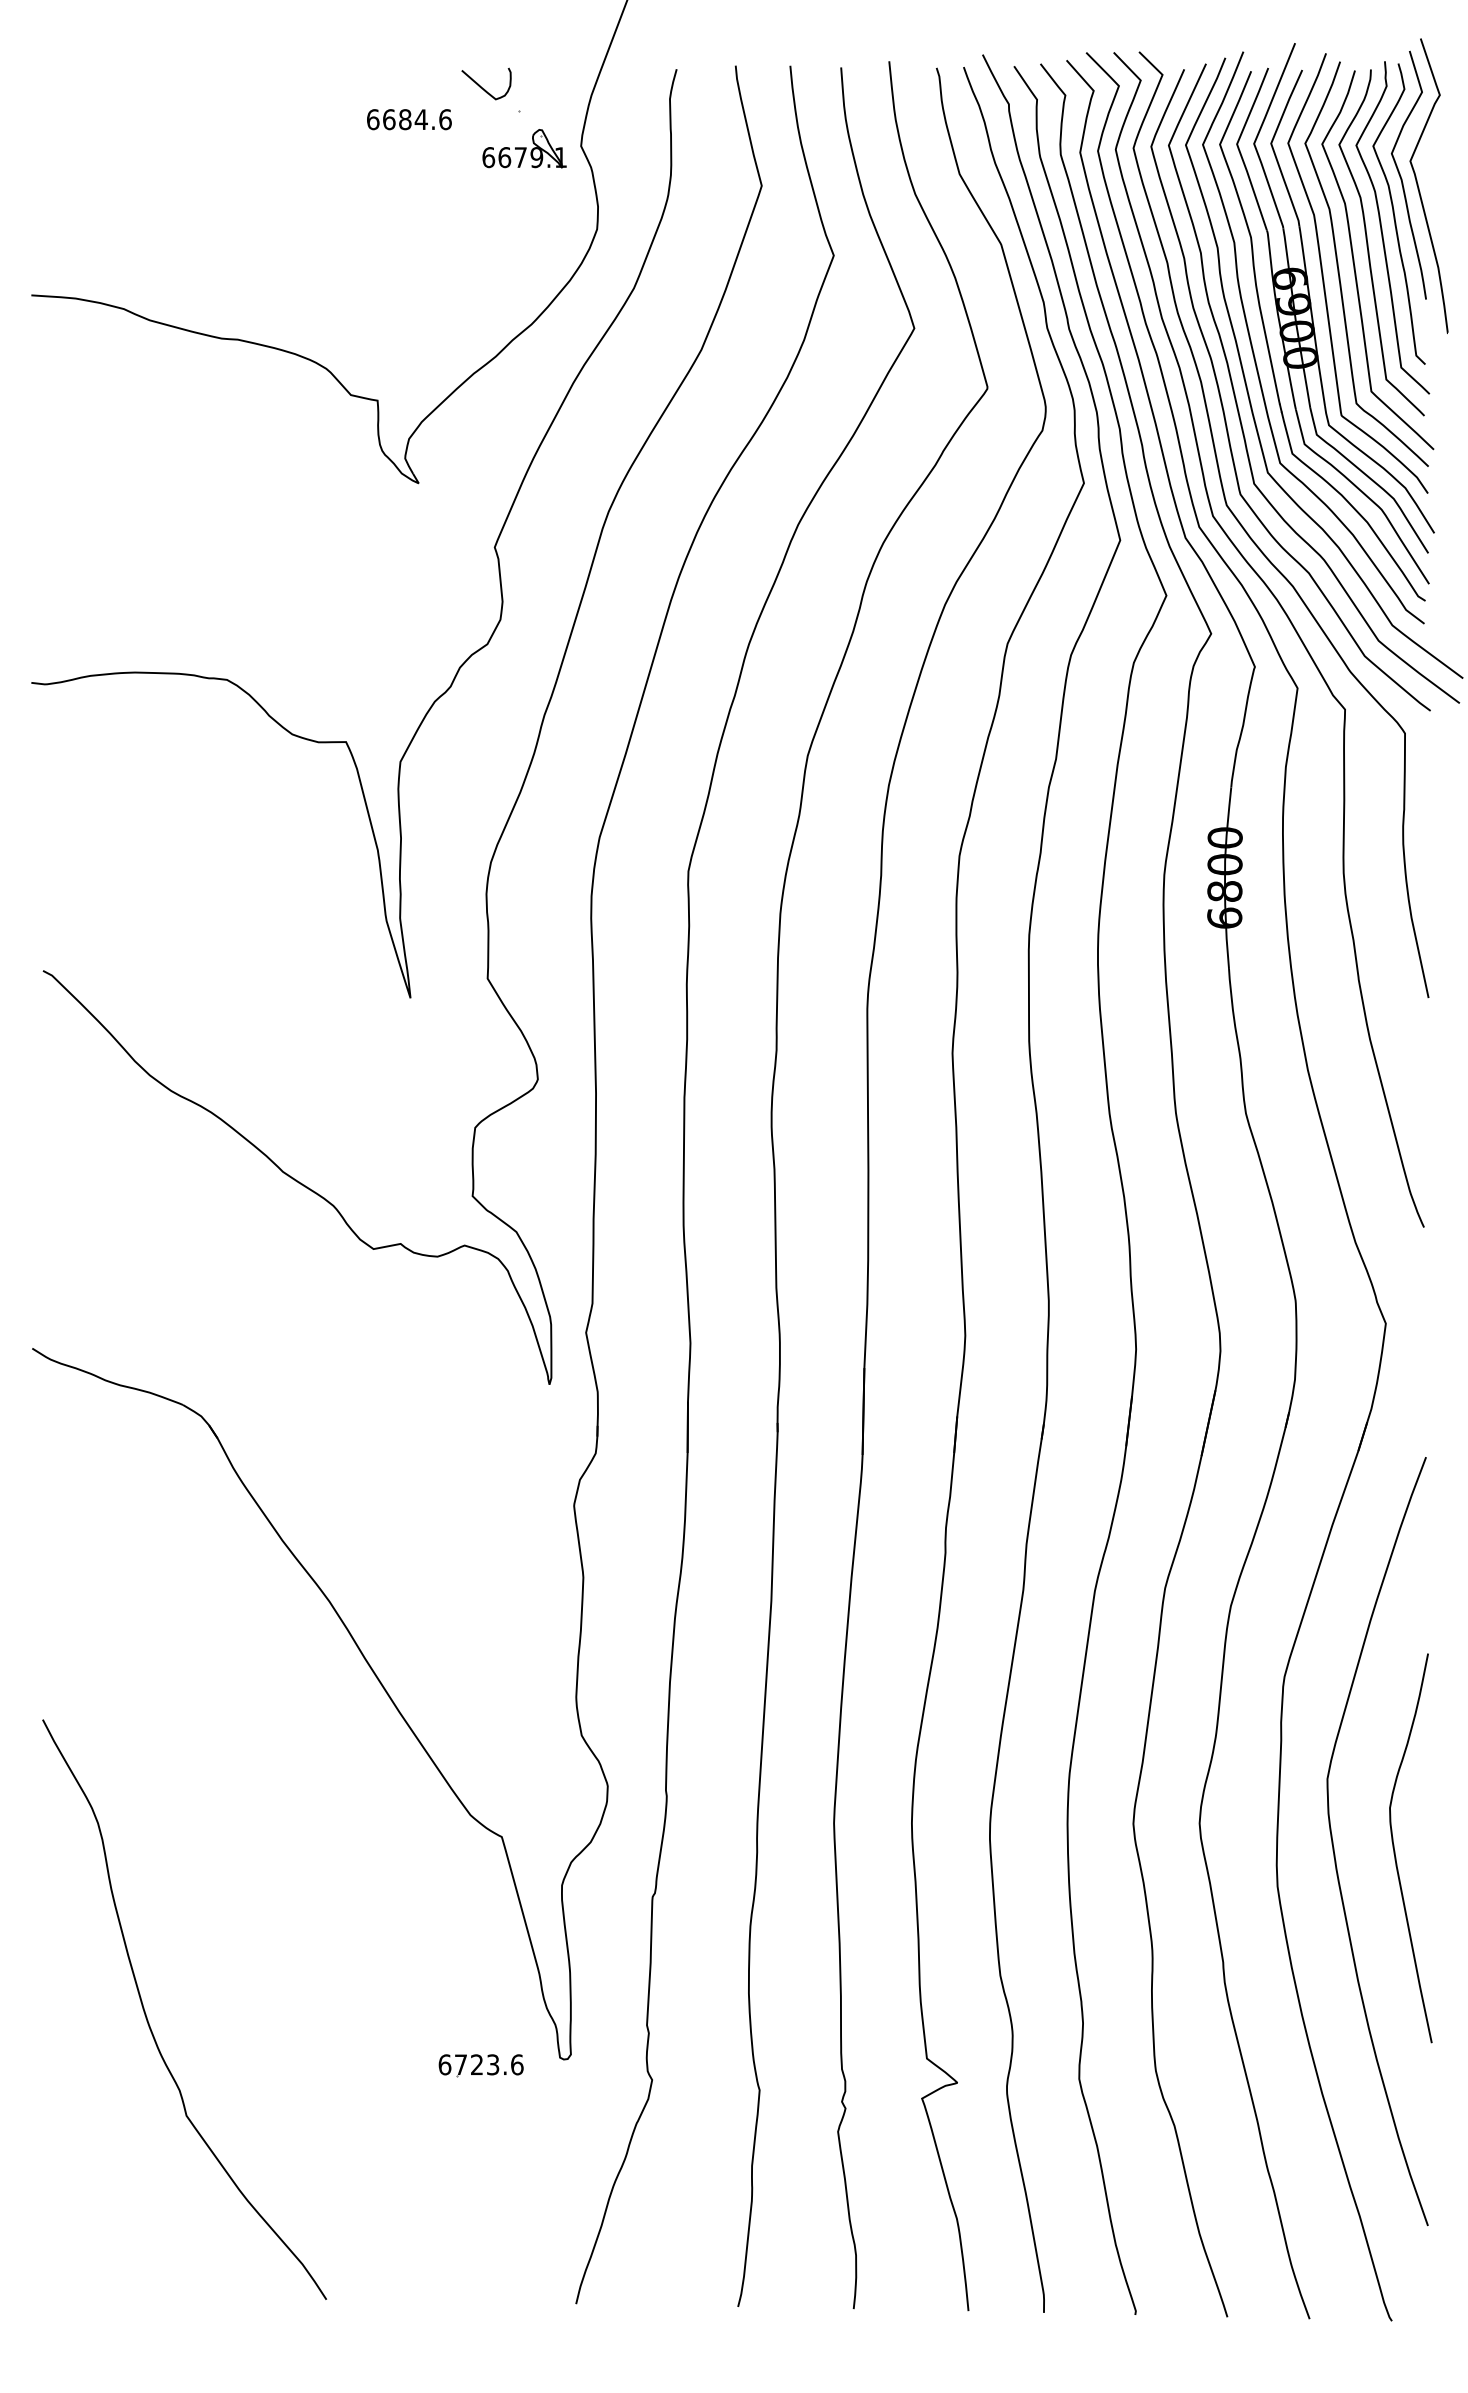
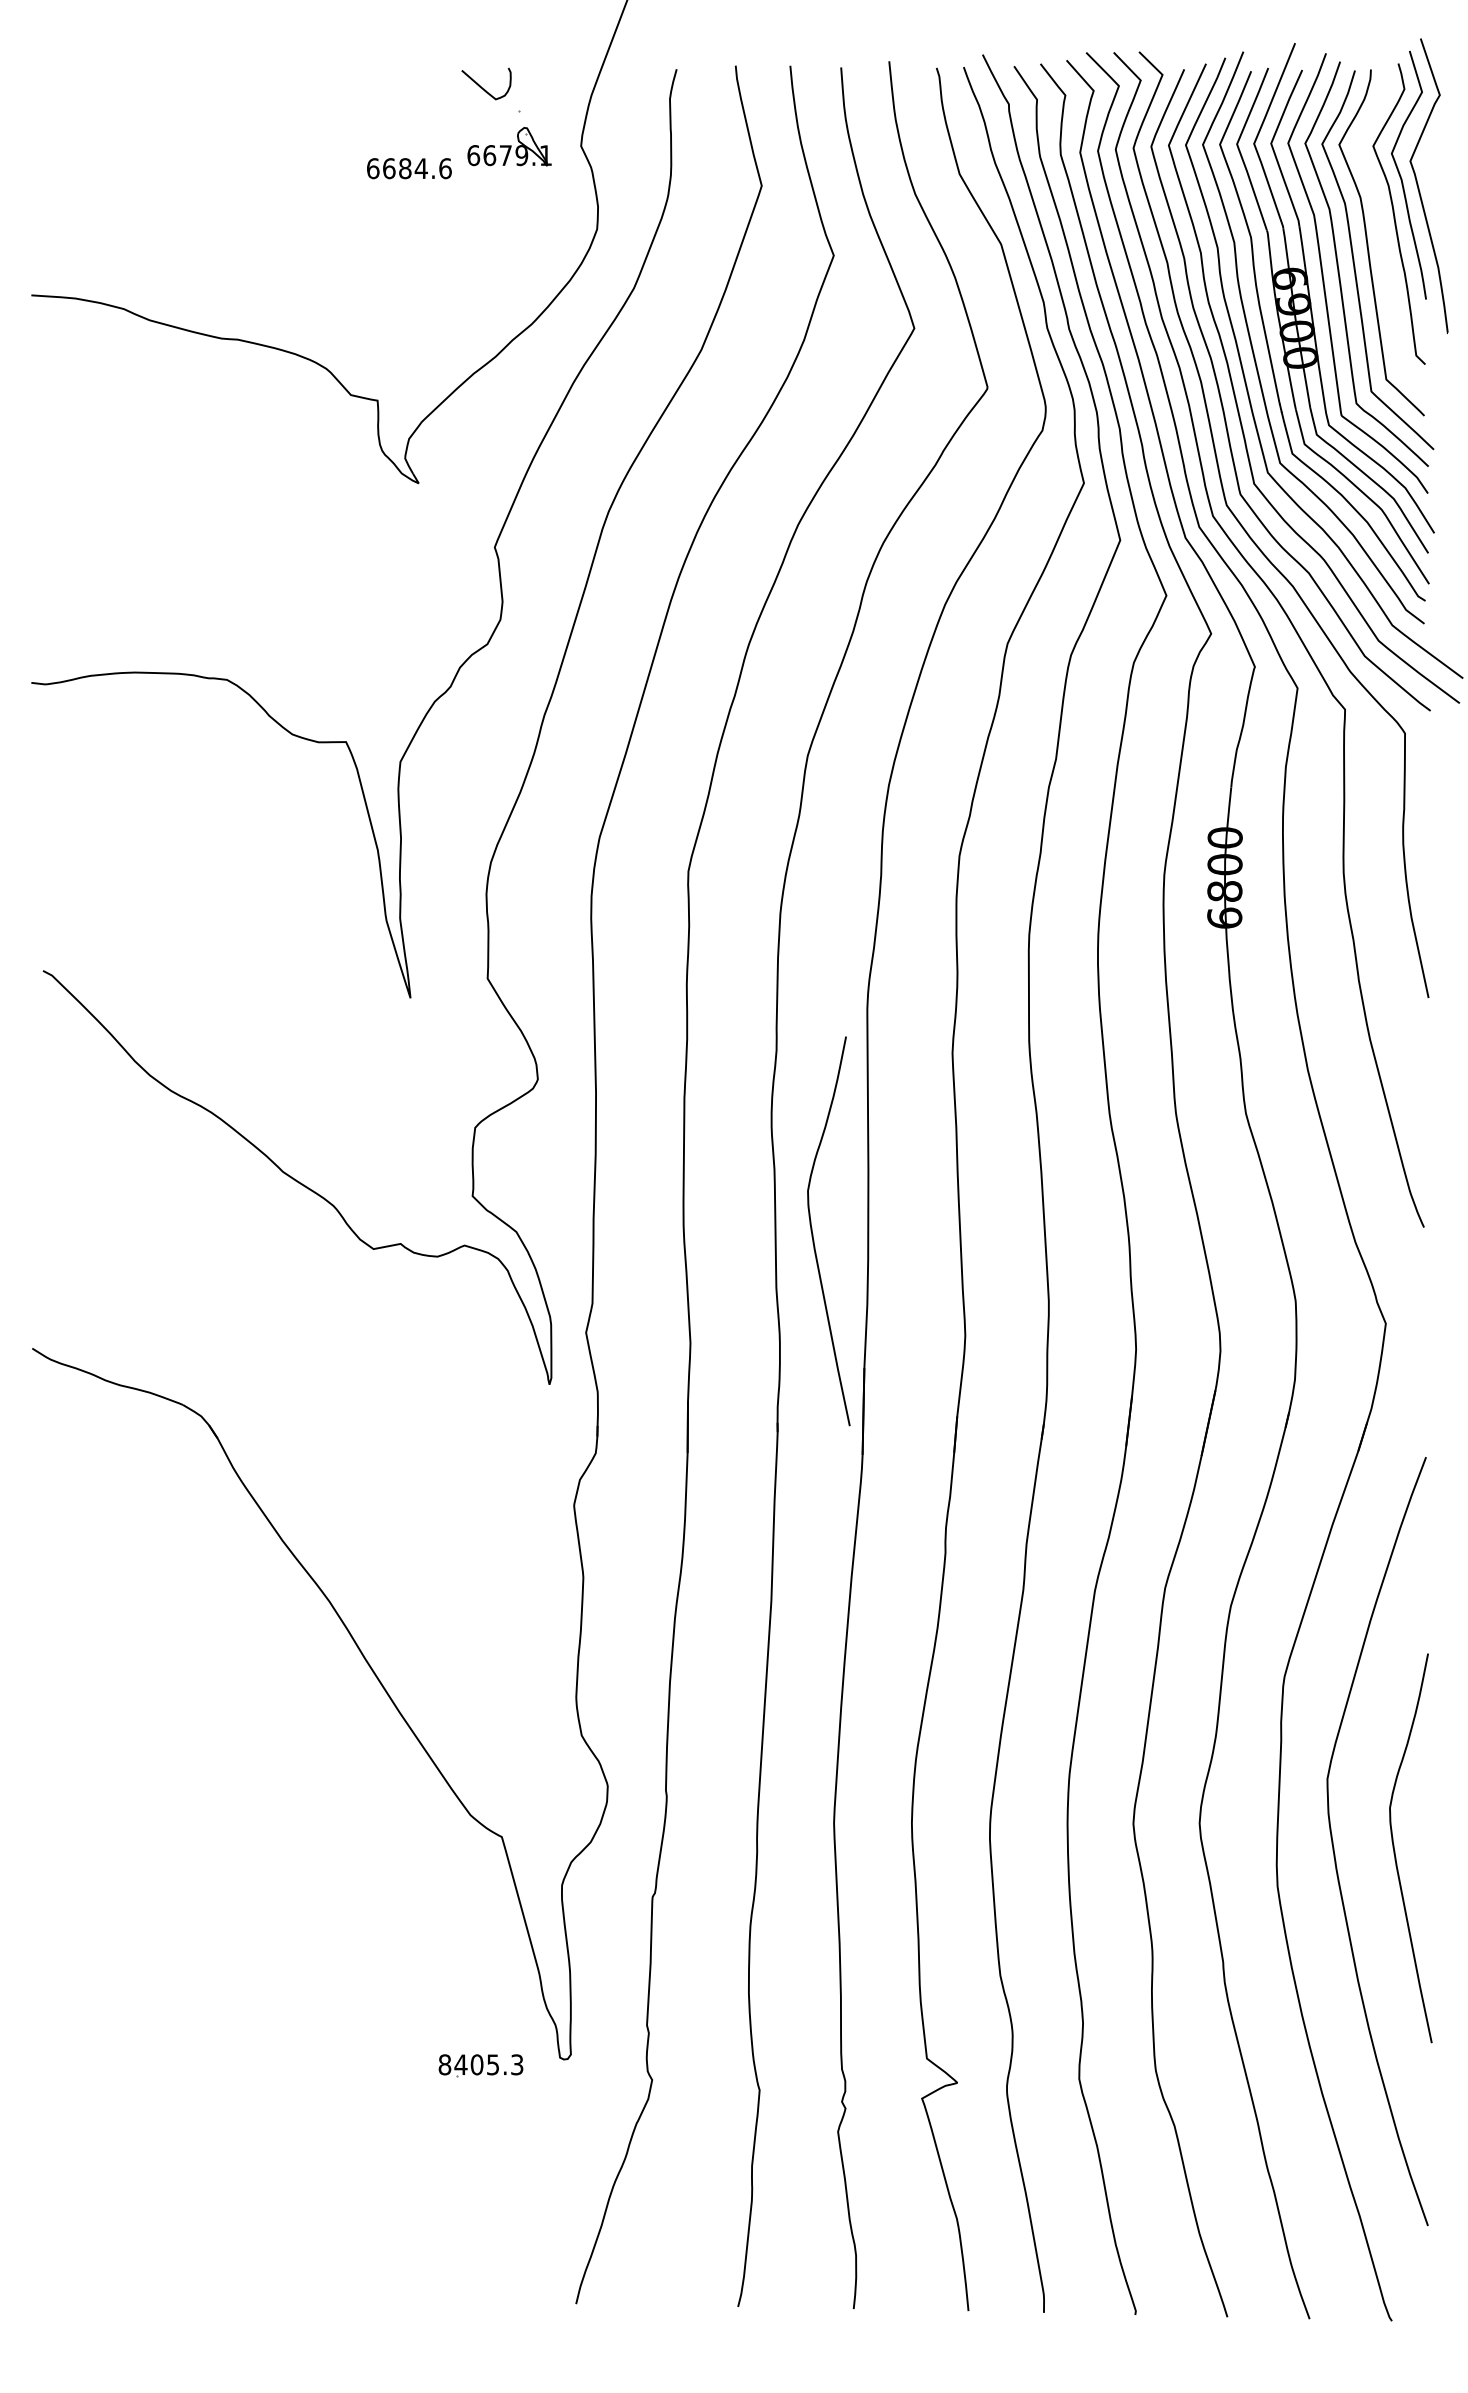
text at (409, 119) position: (409, 119) -> (409, 168)
part at (524, 148) position: (524, 148) -> (509, 146)
curve at (1382, 227): present -> none
curve at (813, 1233): none -> present
curve at (150, 2025): present -> none
text at (480, 2064): 6723.6 -> 8405.3
